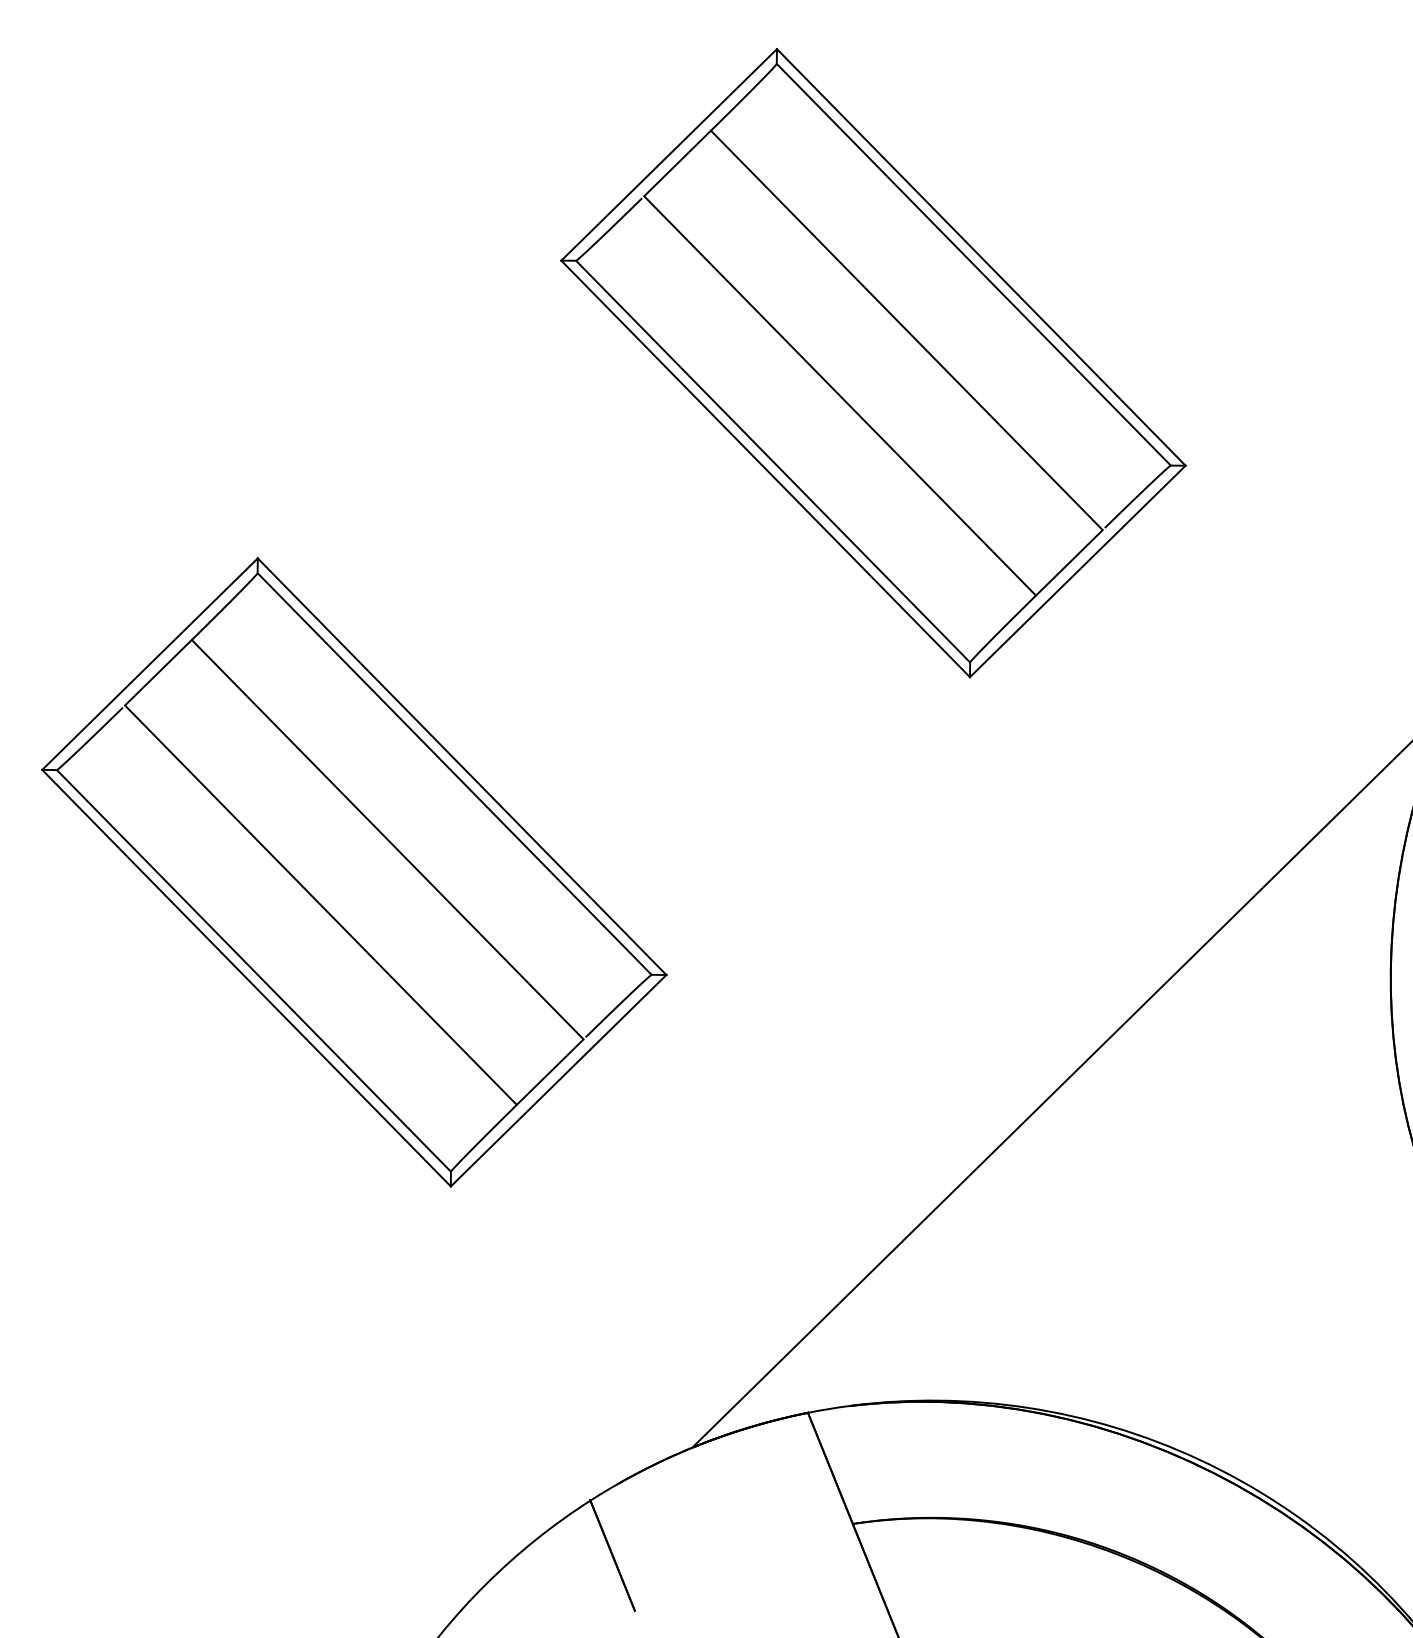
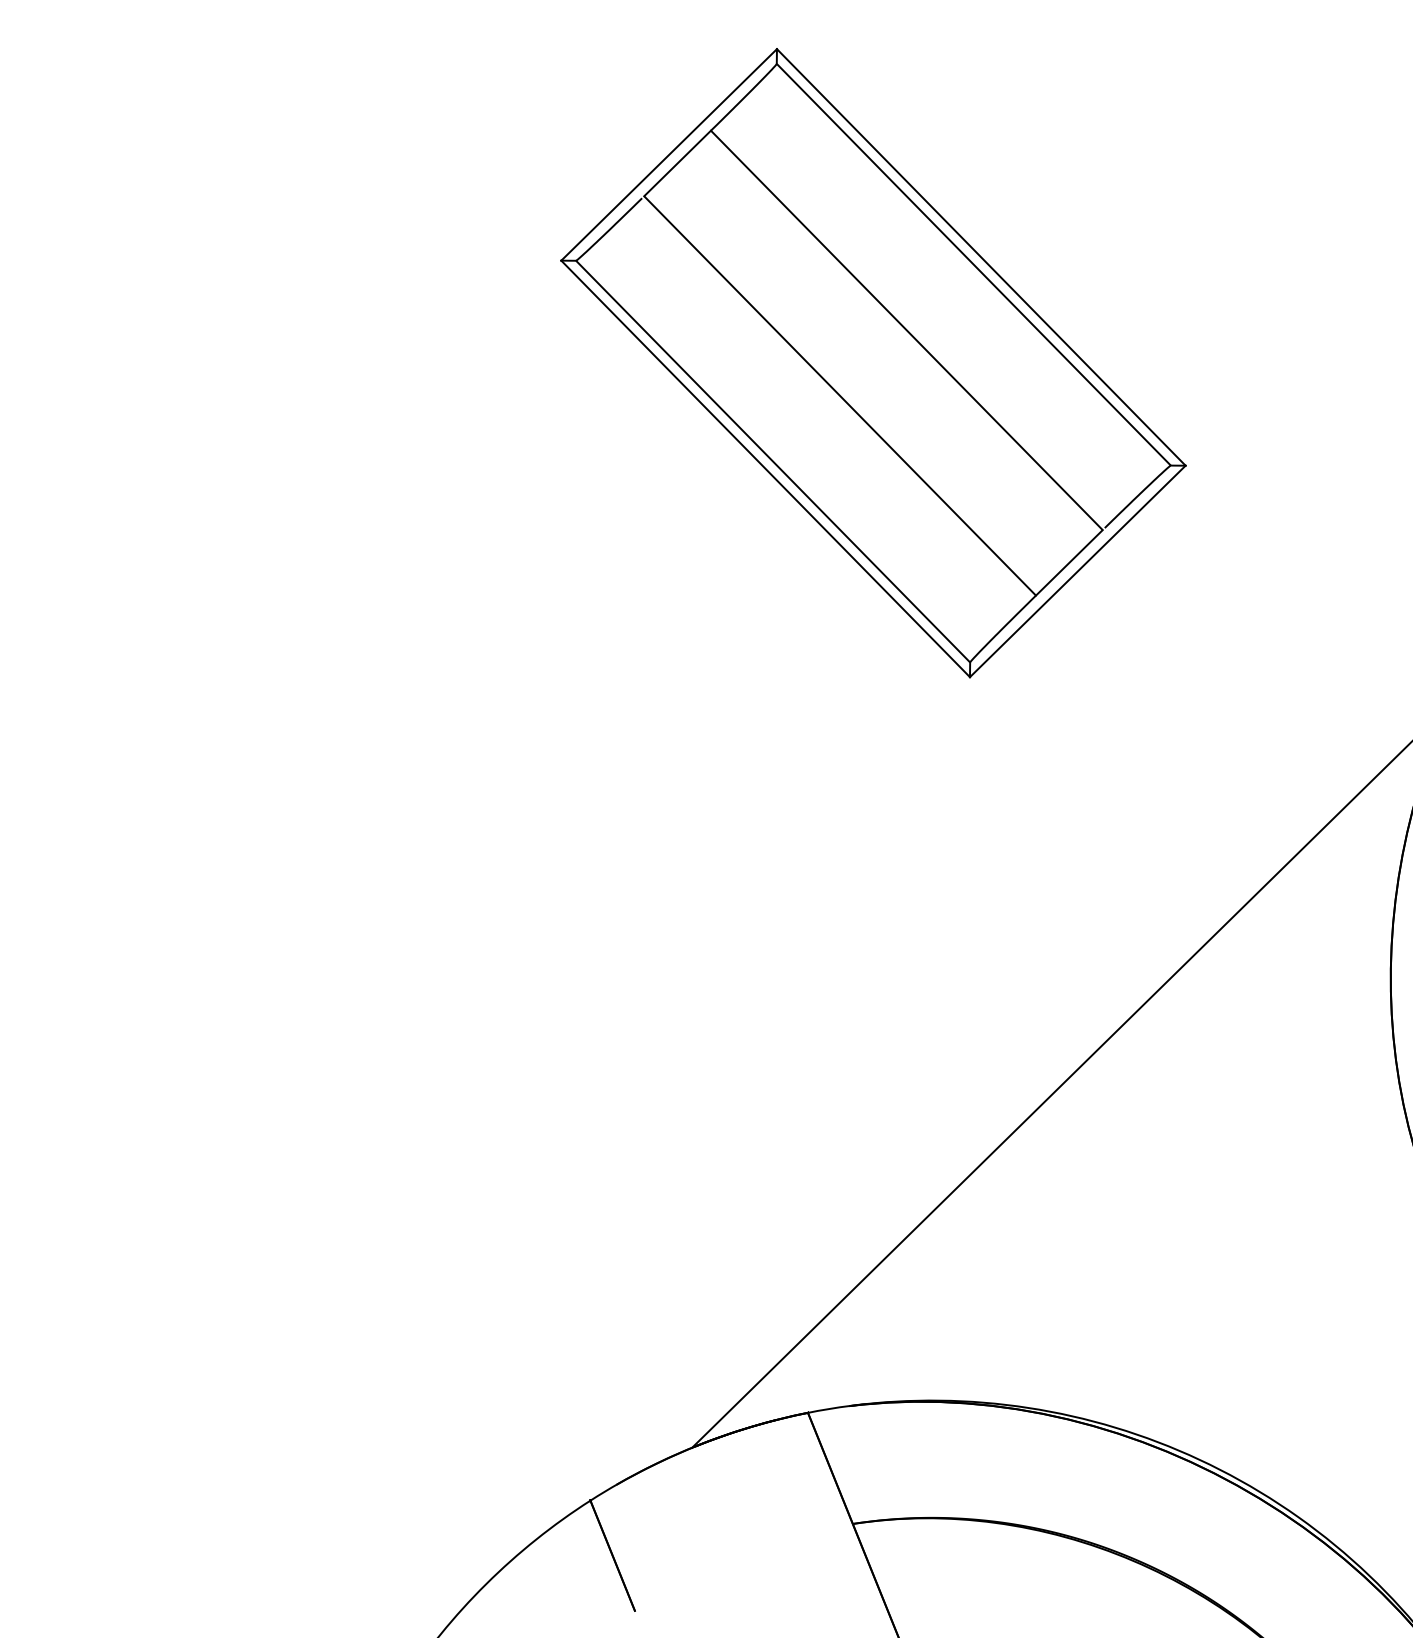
part at (354, 872): present -> none
